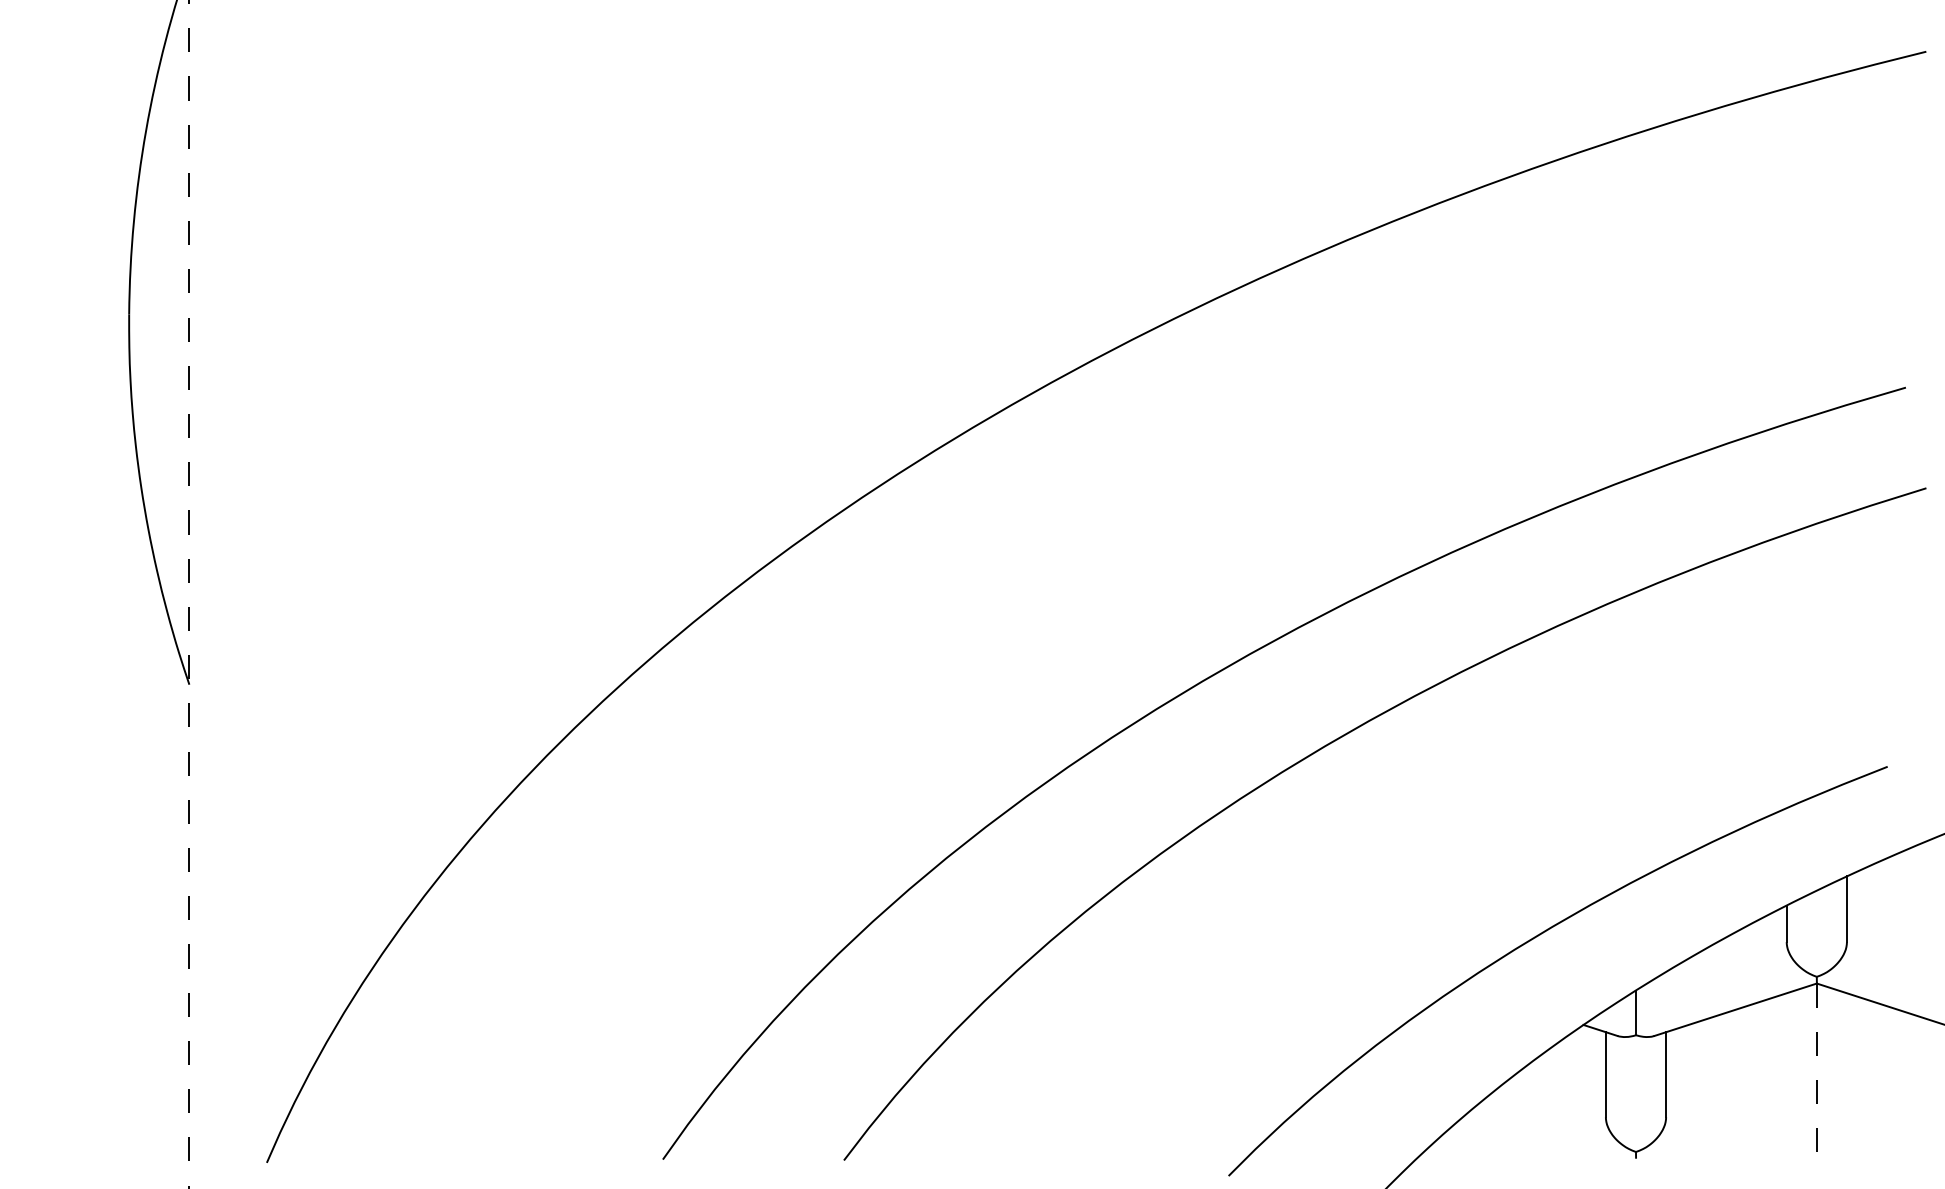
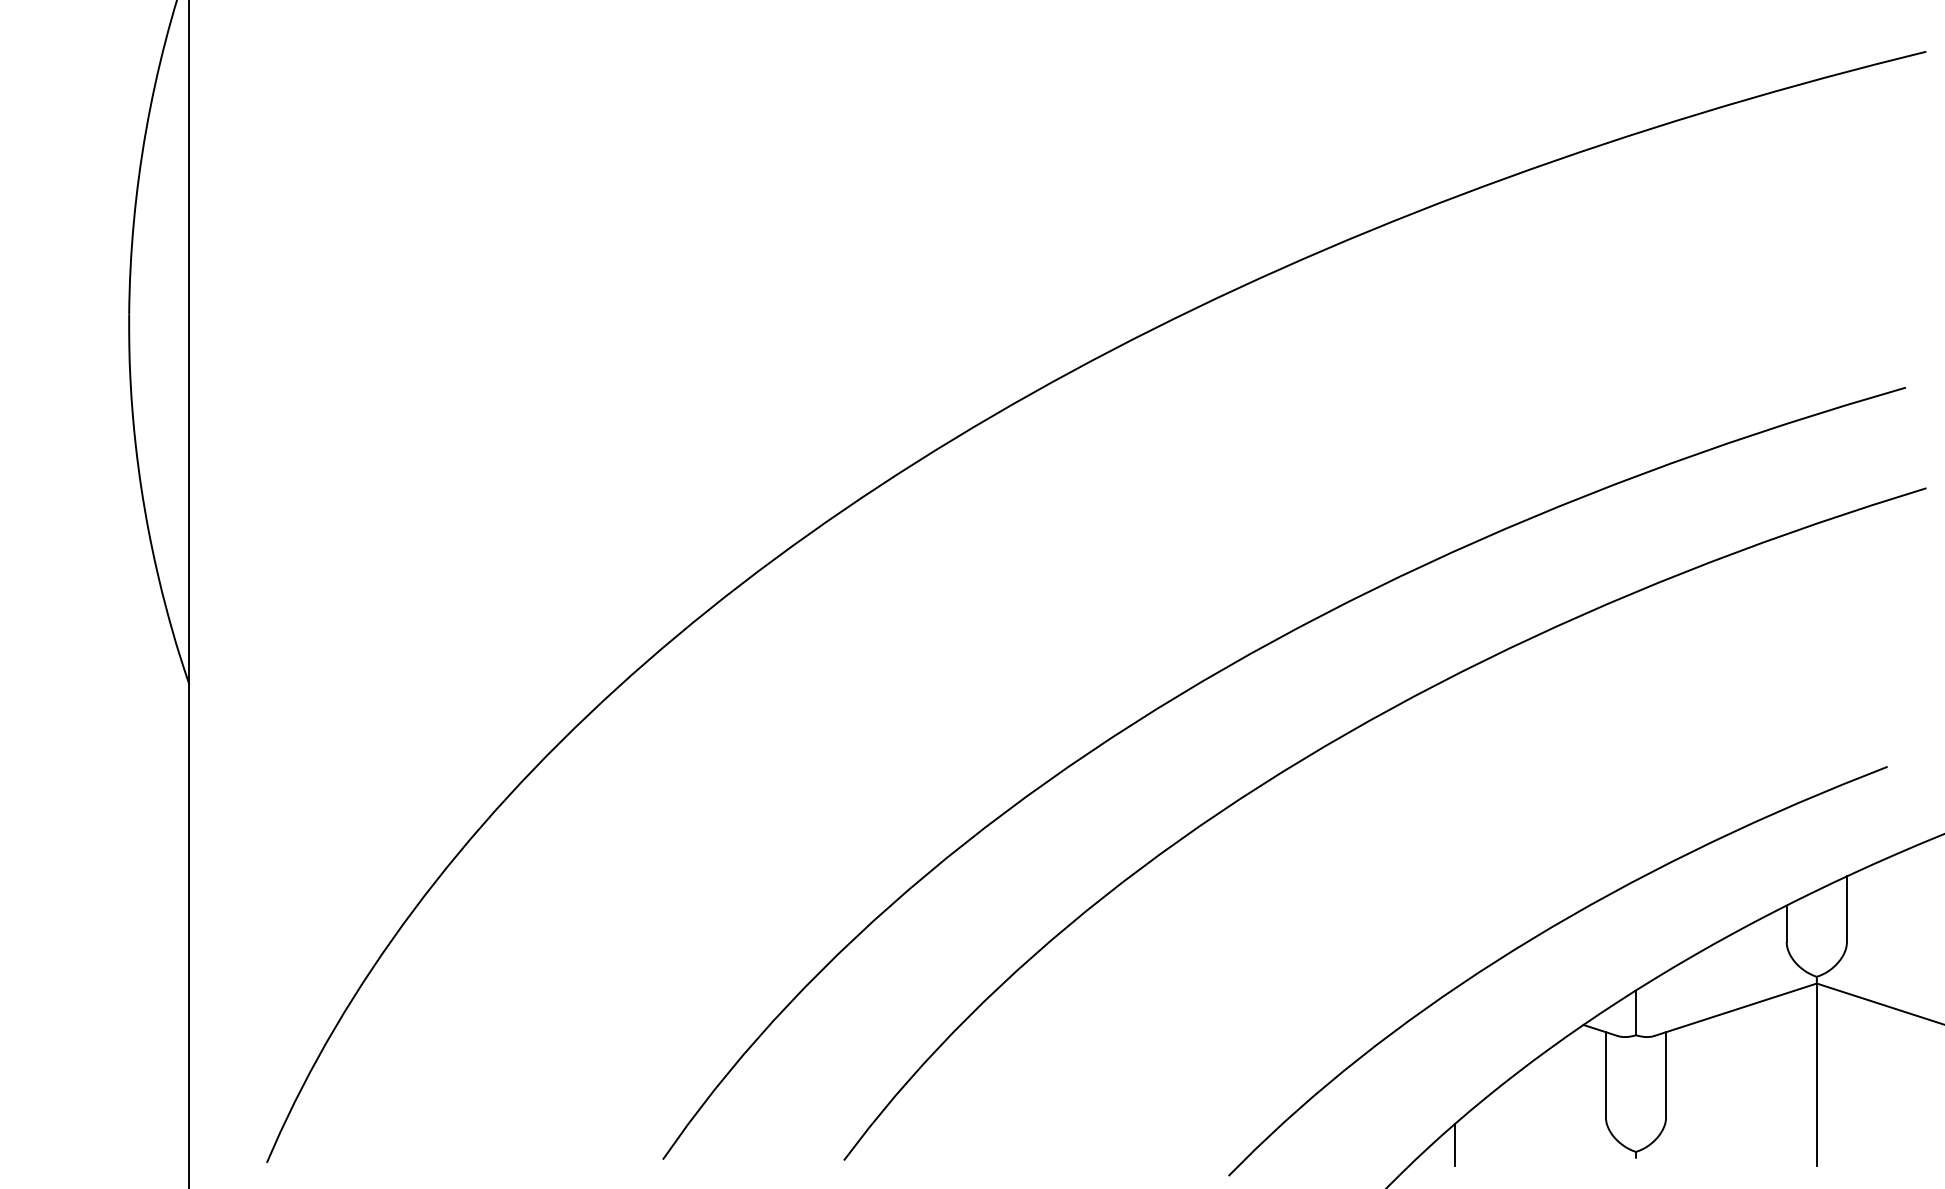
line at (189, 594): dashed -> solid
line at (1816, 1075): dashed -> solid
line at (1455, 1144): none -> present
